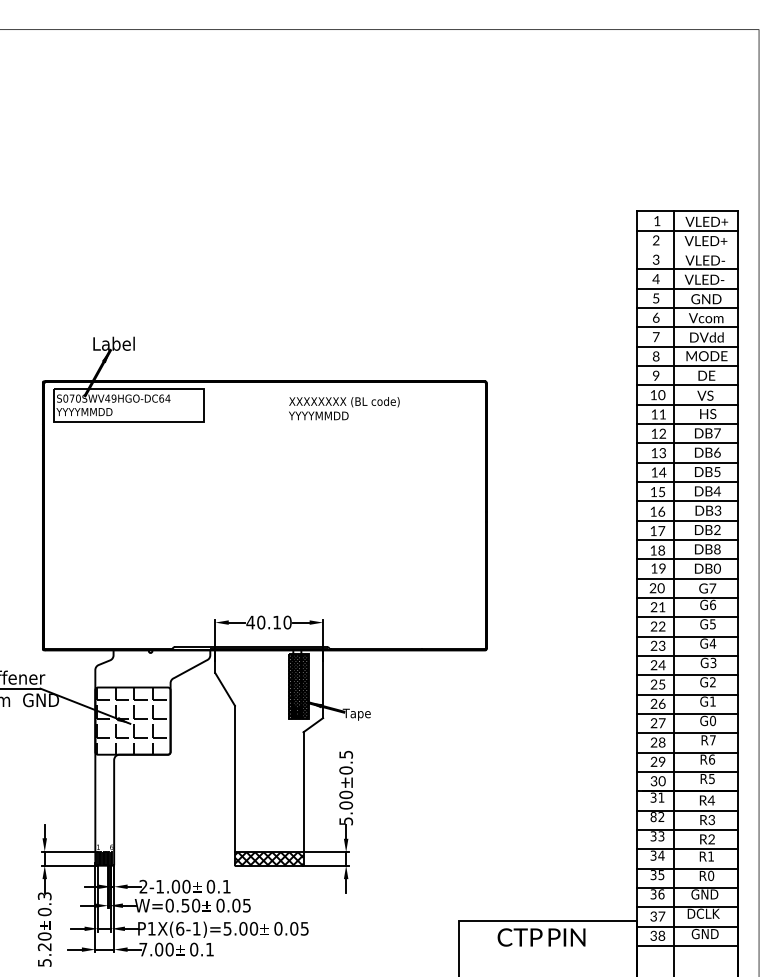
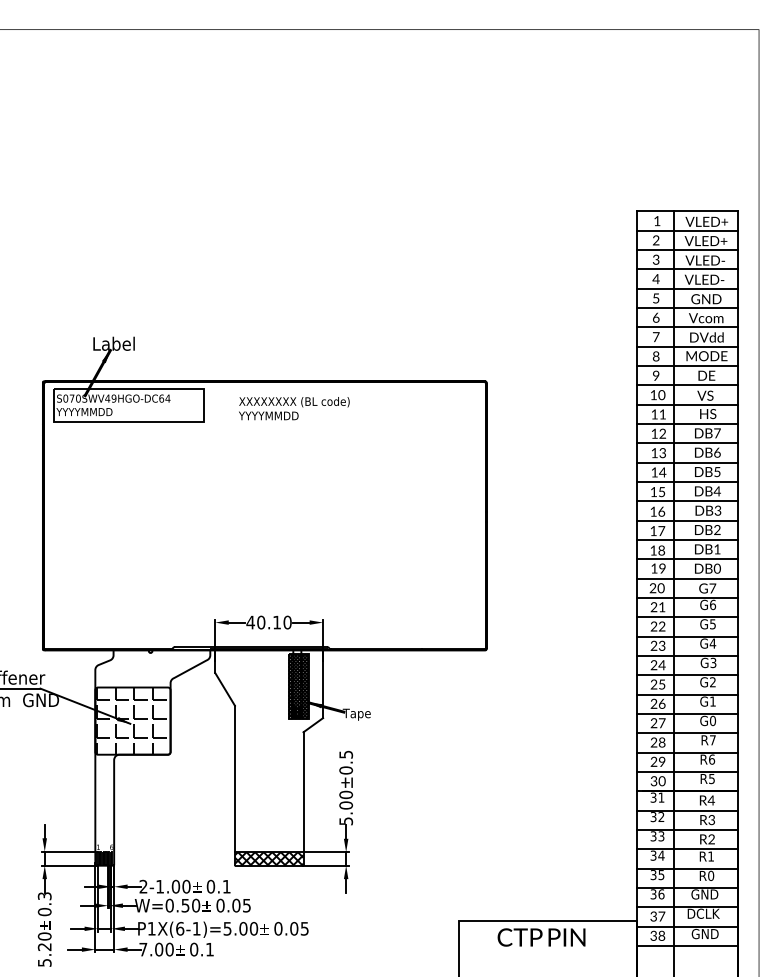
line at (687, 249): none -> present
text at (344, 408) position: (344, 408) -> (294, 408)
text at (717, 549): DB8 -> DB1
text at (653, 817): 82 -> 32
